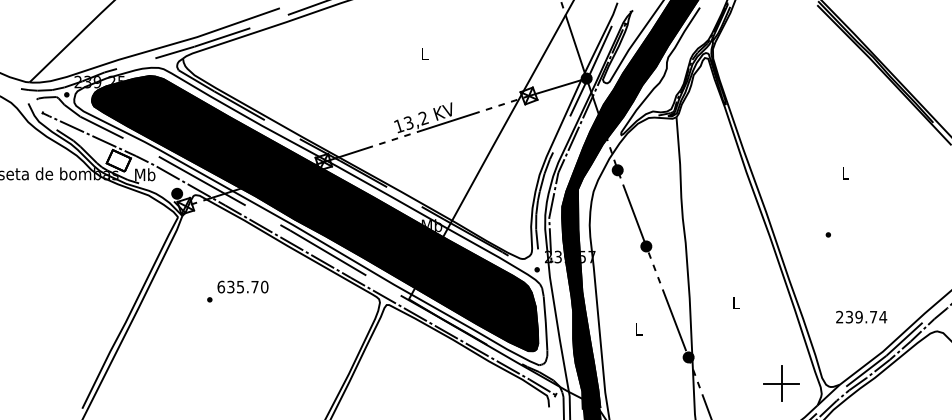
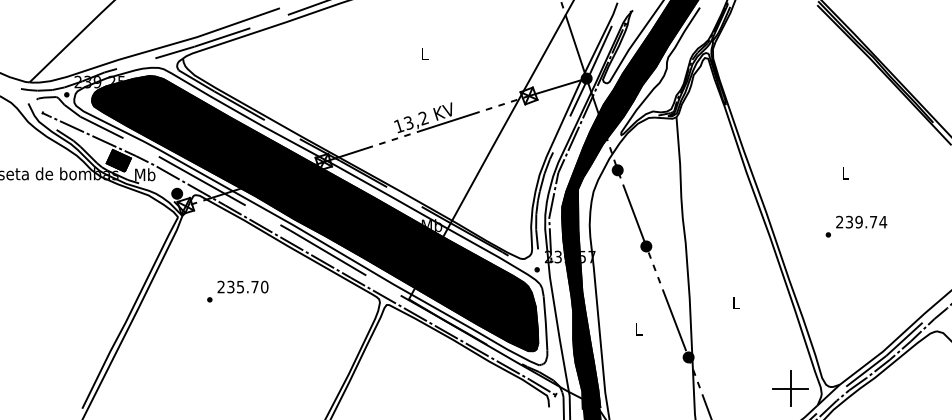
fill at (118, 160): none -> present
text at (221, 286): 635.70 -> 235.70
text at (861, 316) position: (861, 316) -> (861, 221)
part at (781, 383) position: (781, 383) -> (790, 388)
